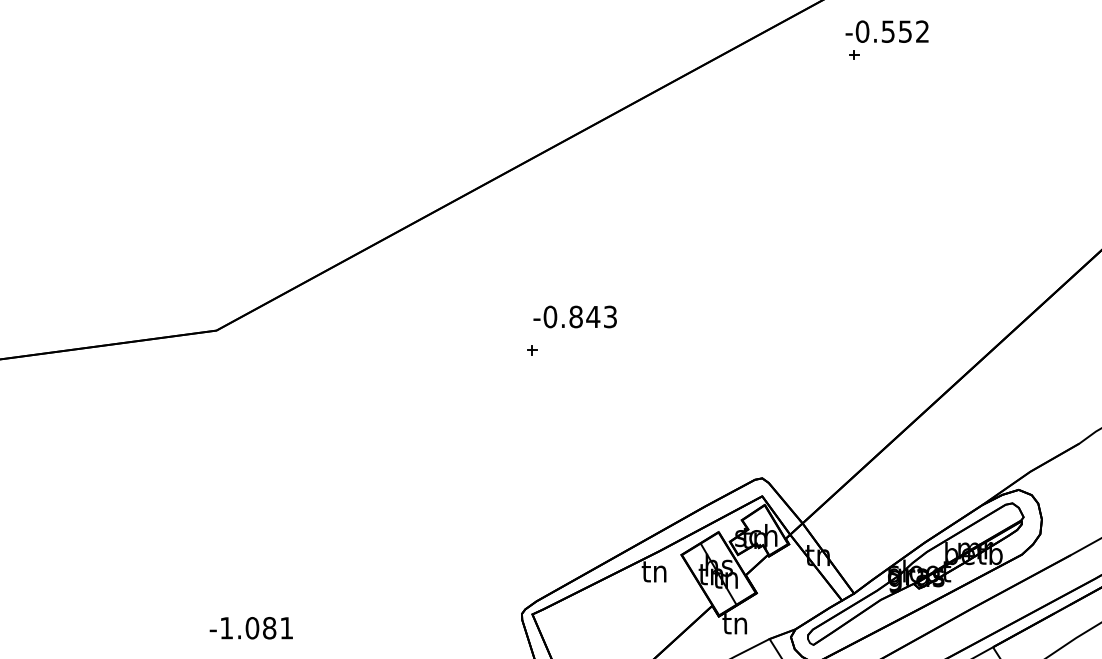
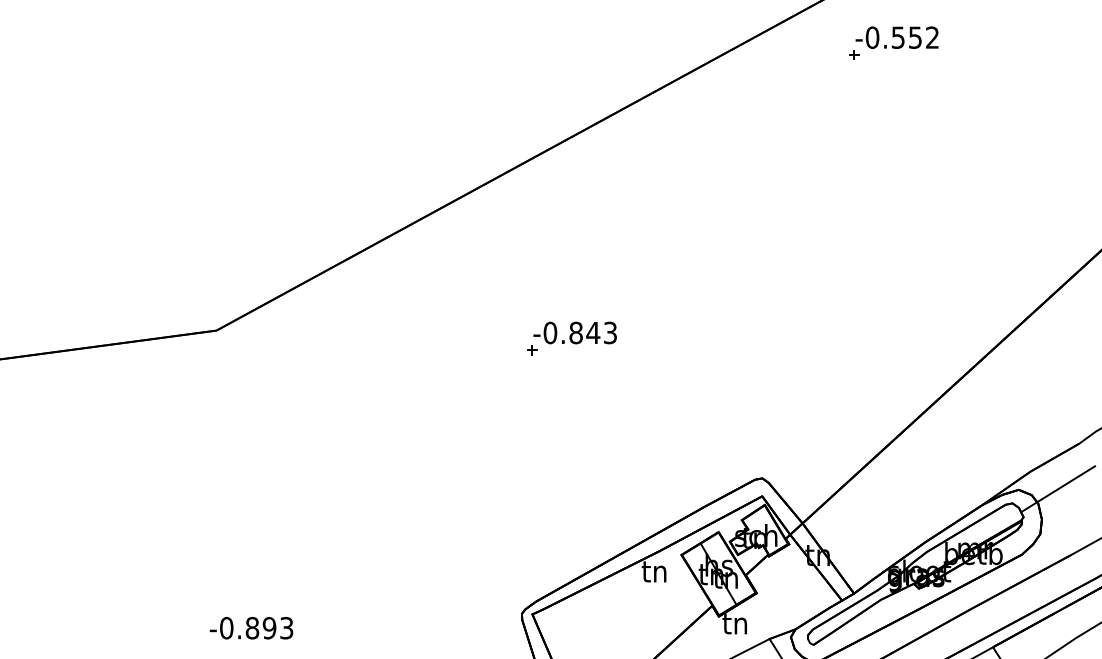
text at (886, 31) position: (886, 31) -> (896, 37)
text at (574, 316) position: (574, 316) -> (574, 332)
line at (1058, 489): none -> present
text at (256, 628): -1.081 -> -0.893
